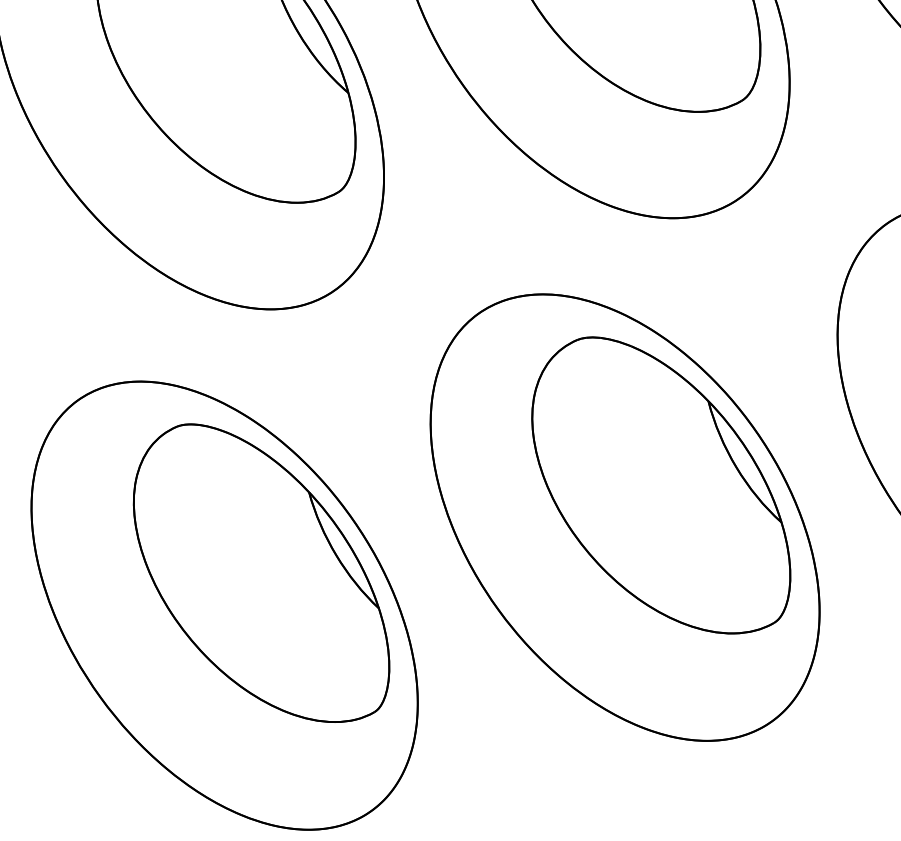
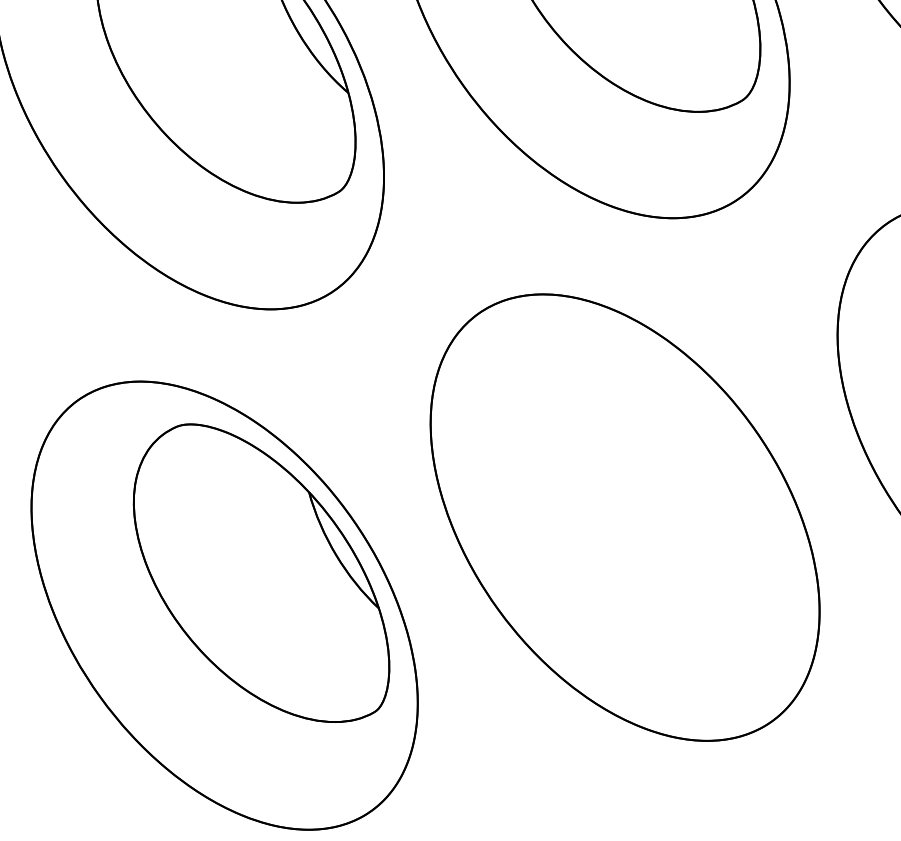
part at (661, 485): present -> none
